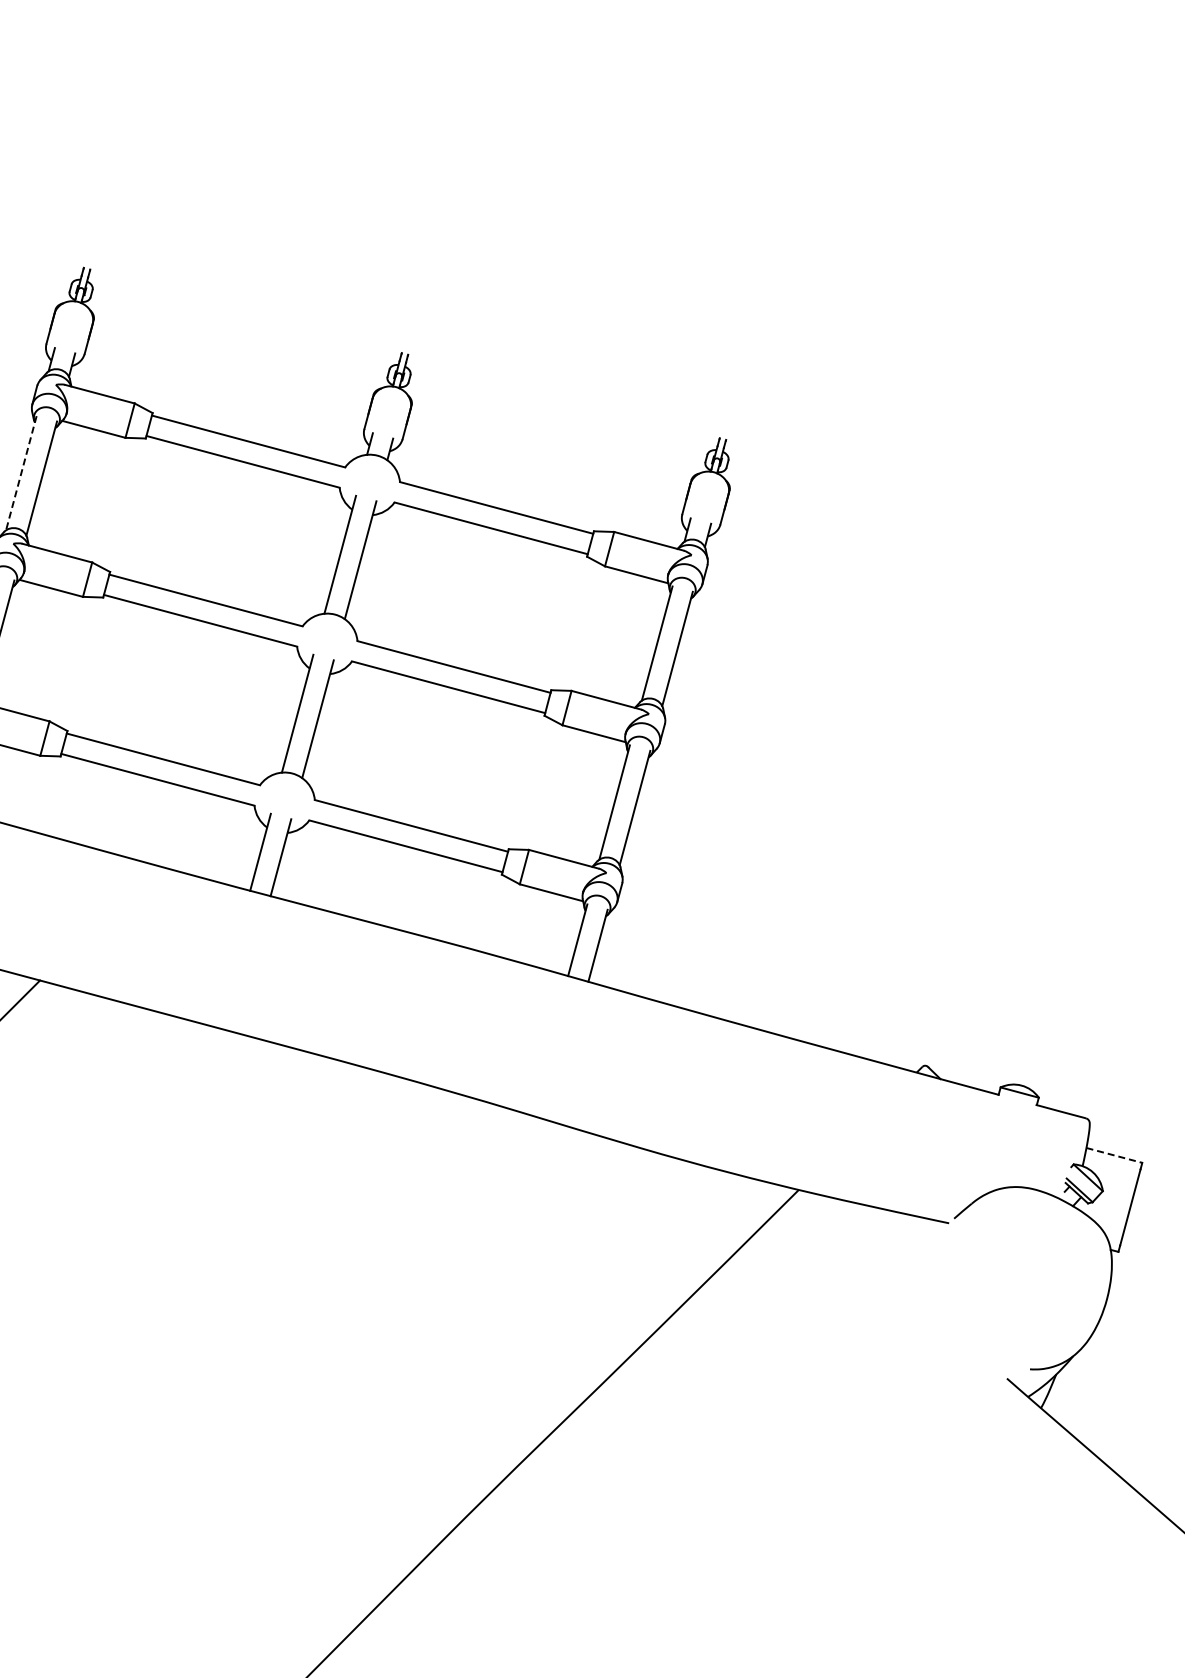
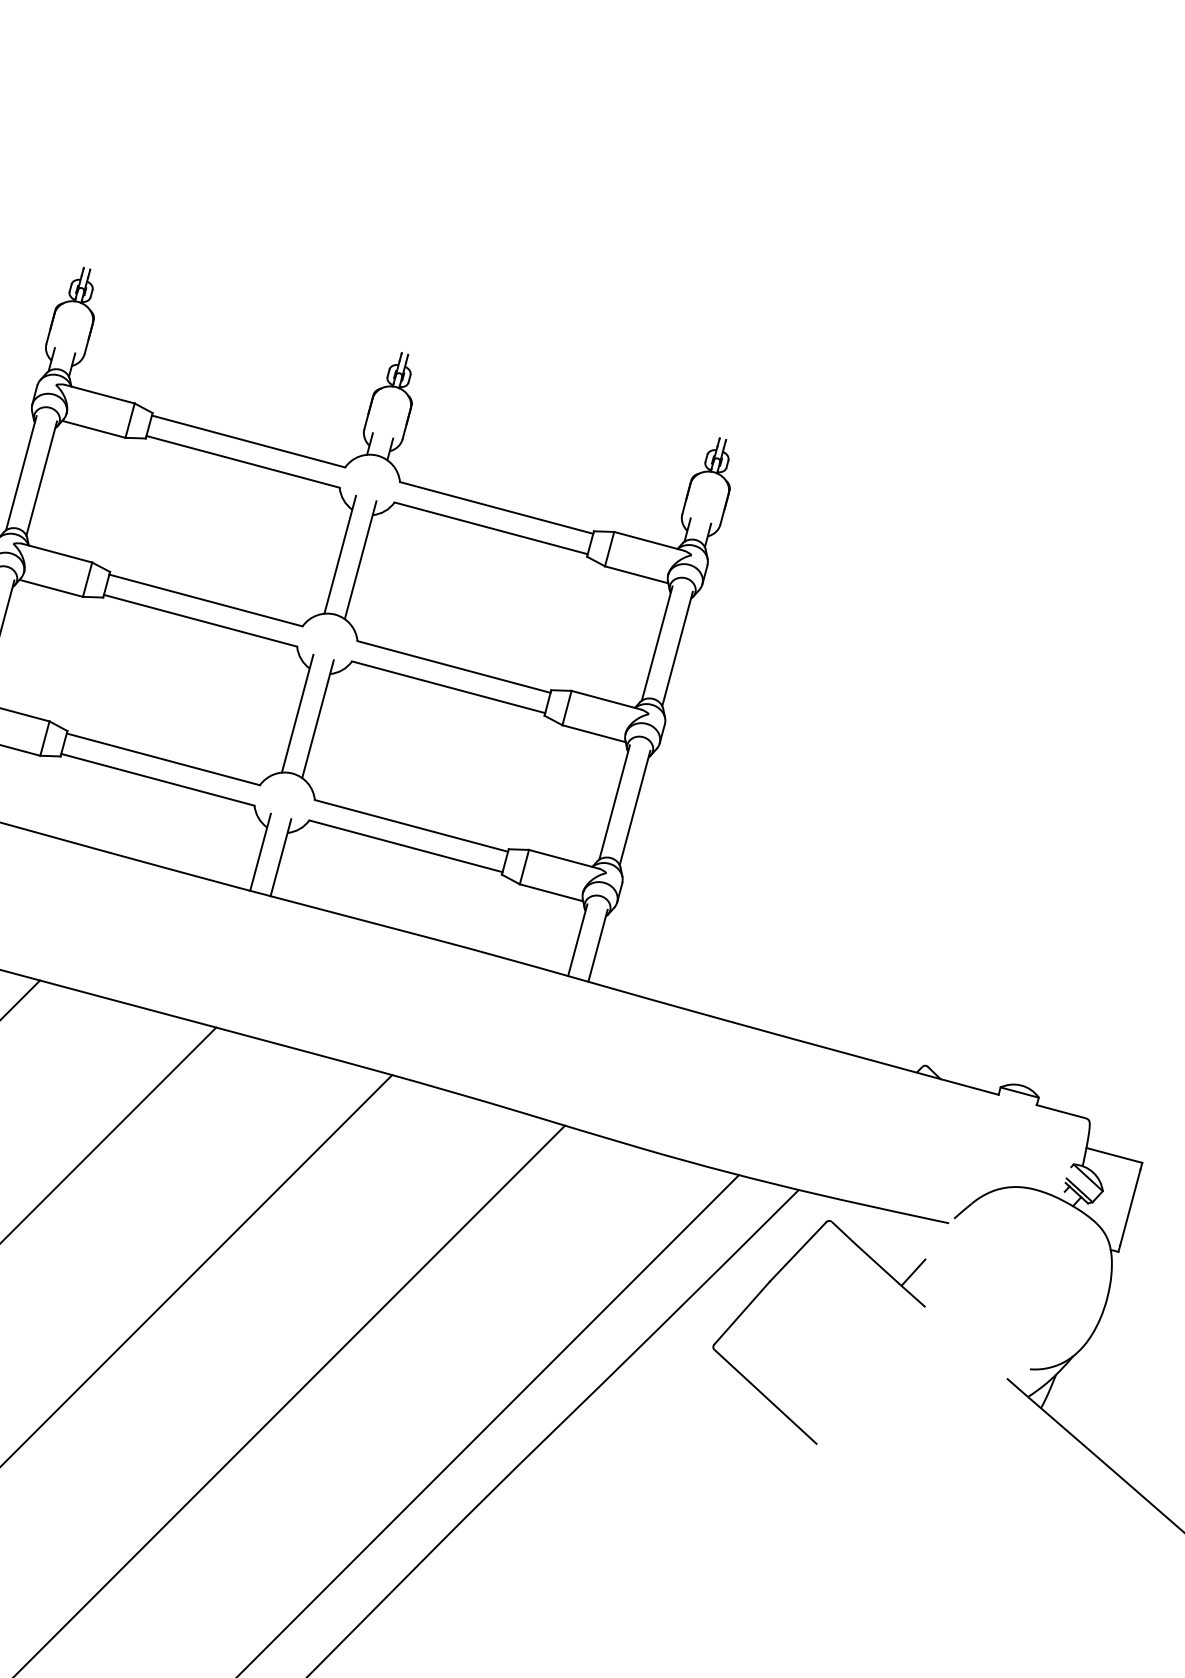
line at (21, 473): dashed -> solid
line at (109, 1134): none -> present
line at (1114, 1155): dashed -> solid
line at (197, 1269): none -> present
part at (765, 1288): none -> present
line at (290, 1399): none -> present
line at (489, 1424): none -> present
